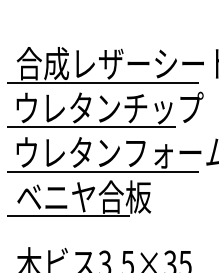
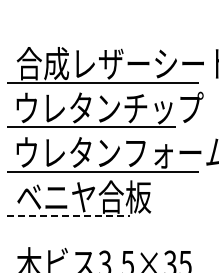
line at (68, 216): solid -> dashed
